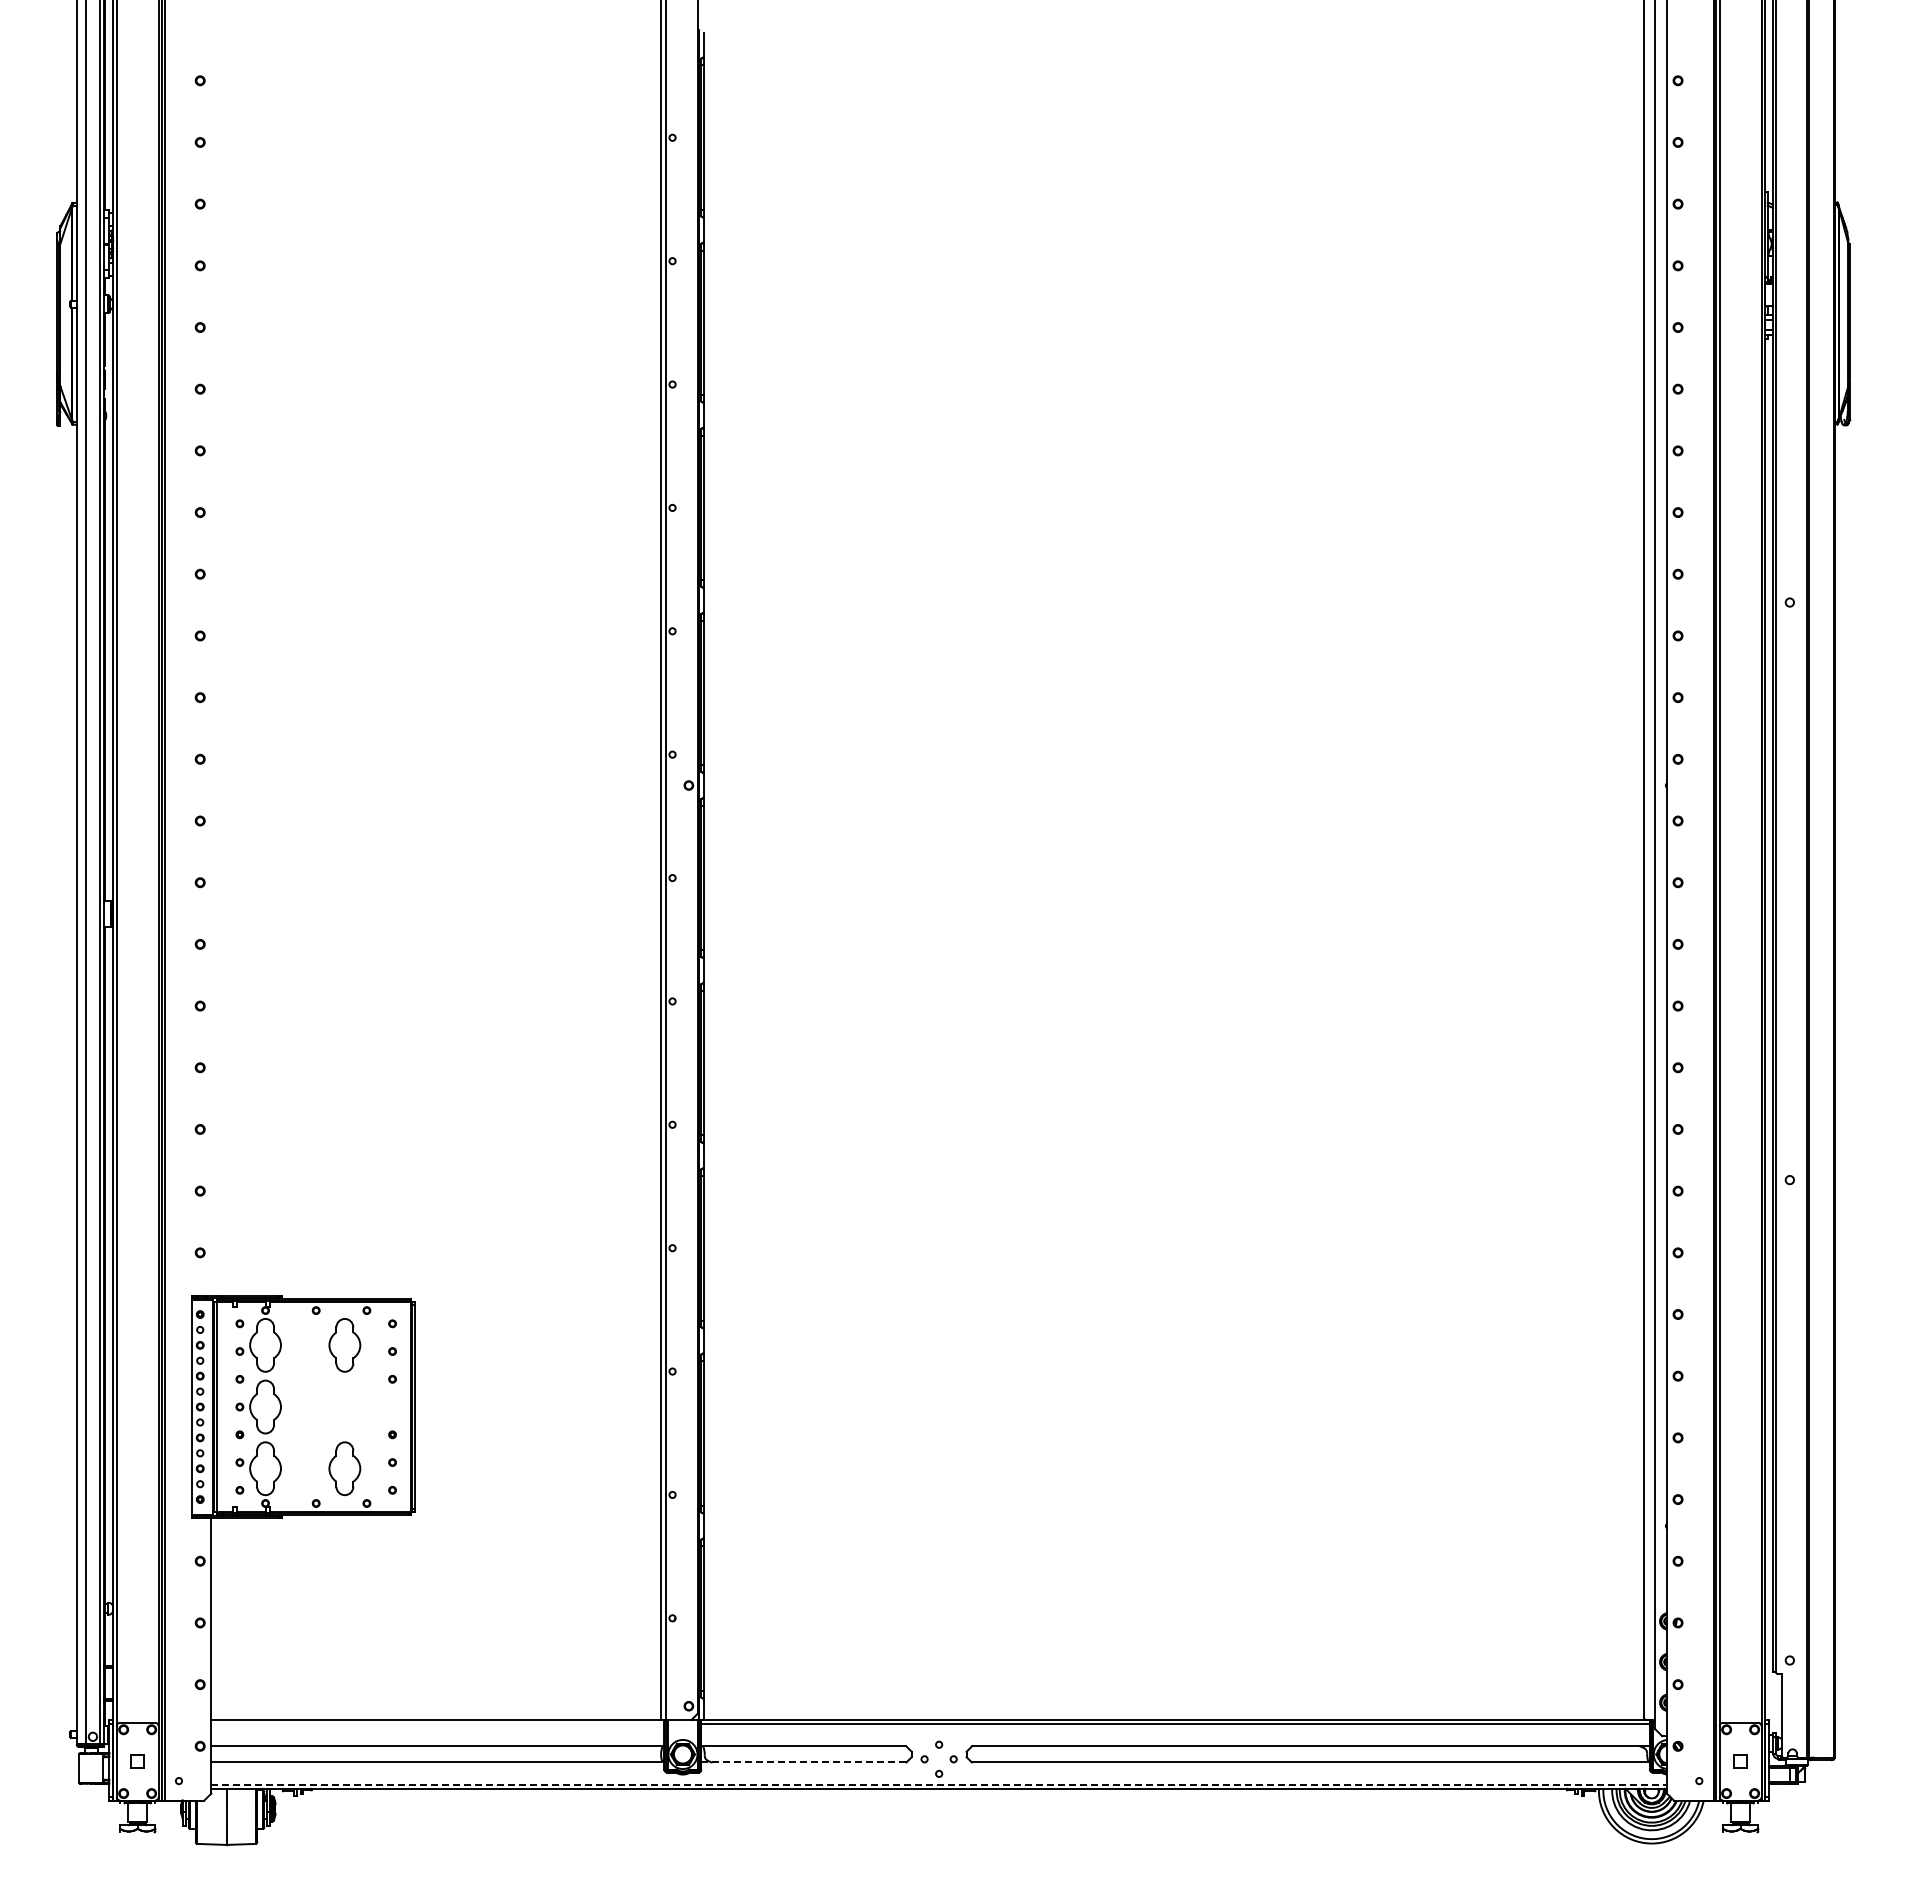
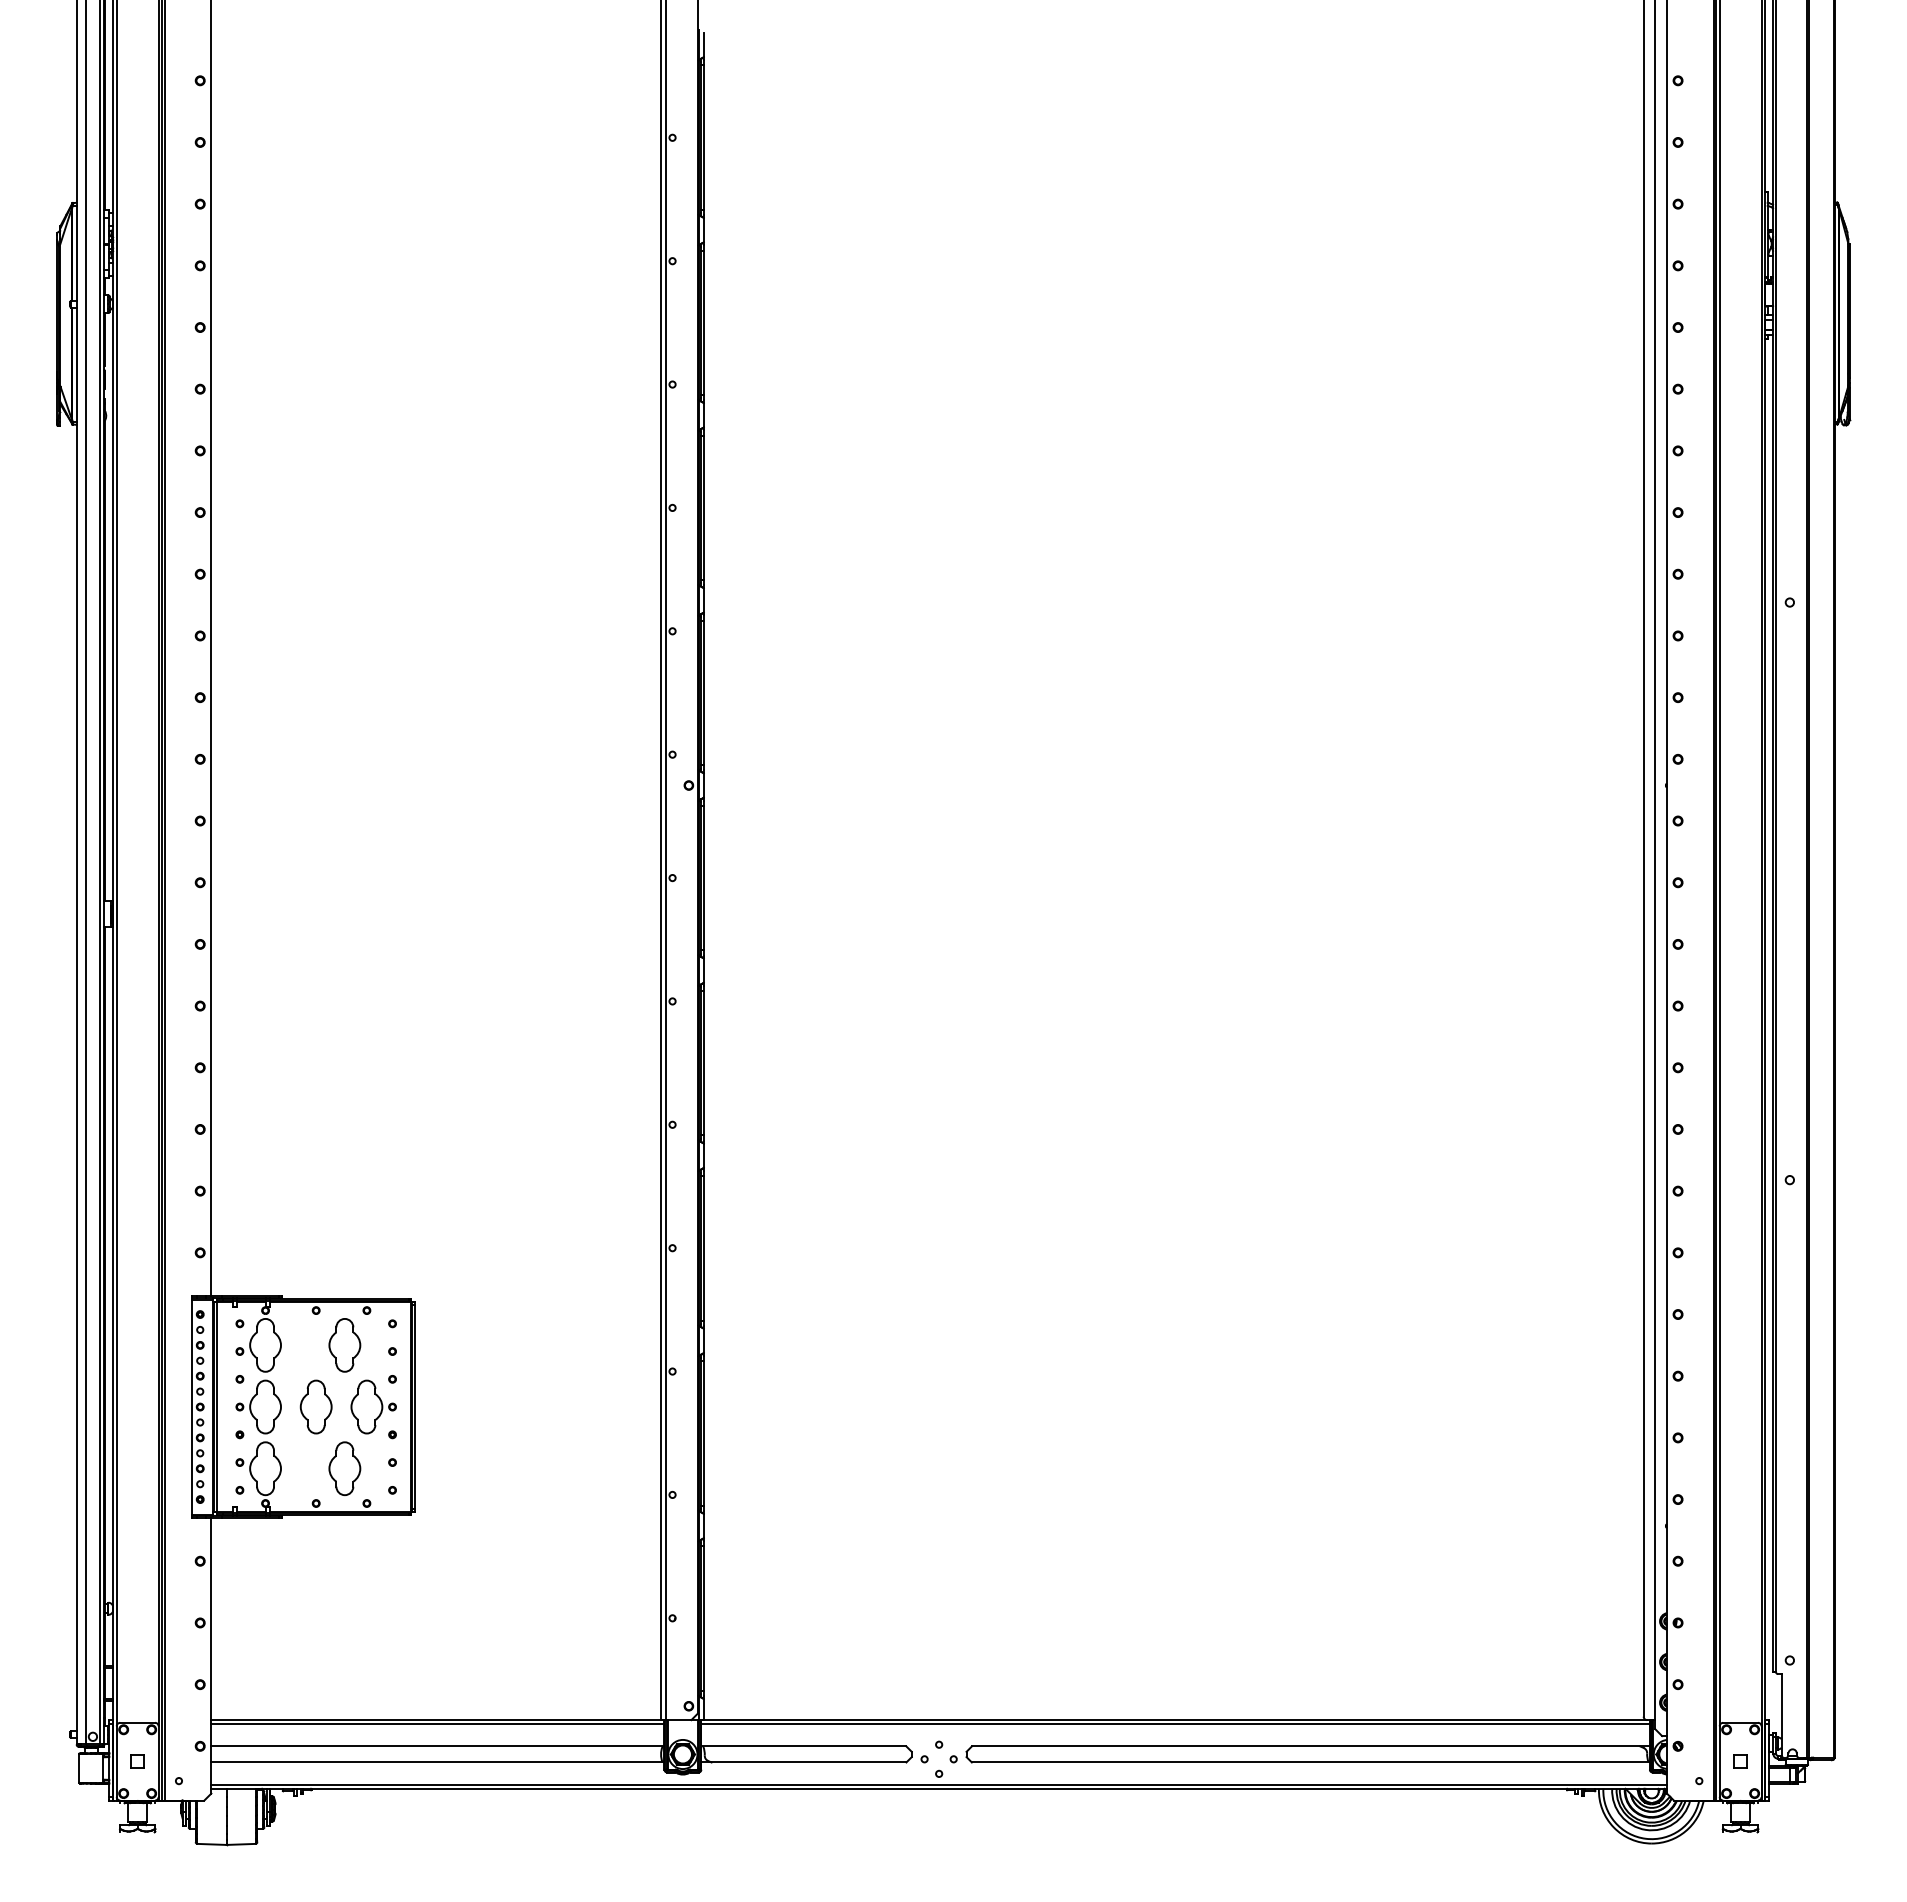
line at (211, 649): none -> present
part at (315, 1406): none -> present
part at (373, 1406): none -> present
line at (437, 1723): none -> present
line at (803, 1762): dashed -> solid
line at (939, 1784): dashed -> solid
